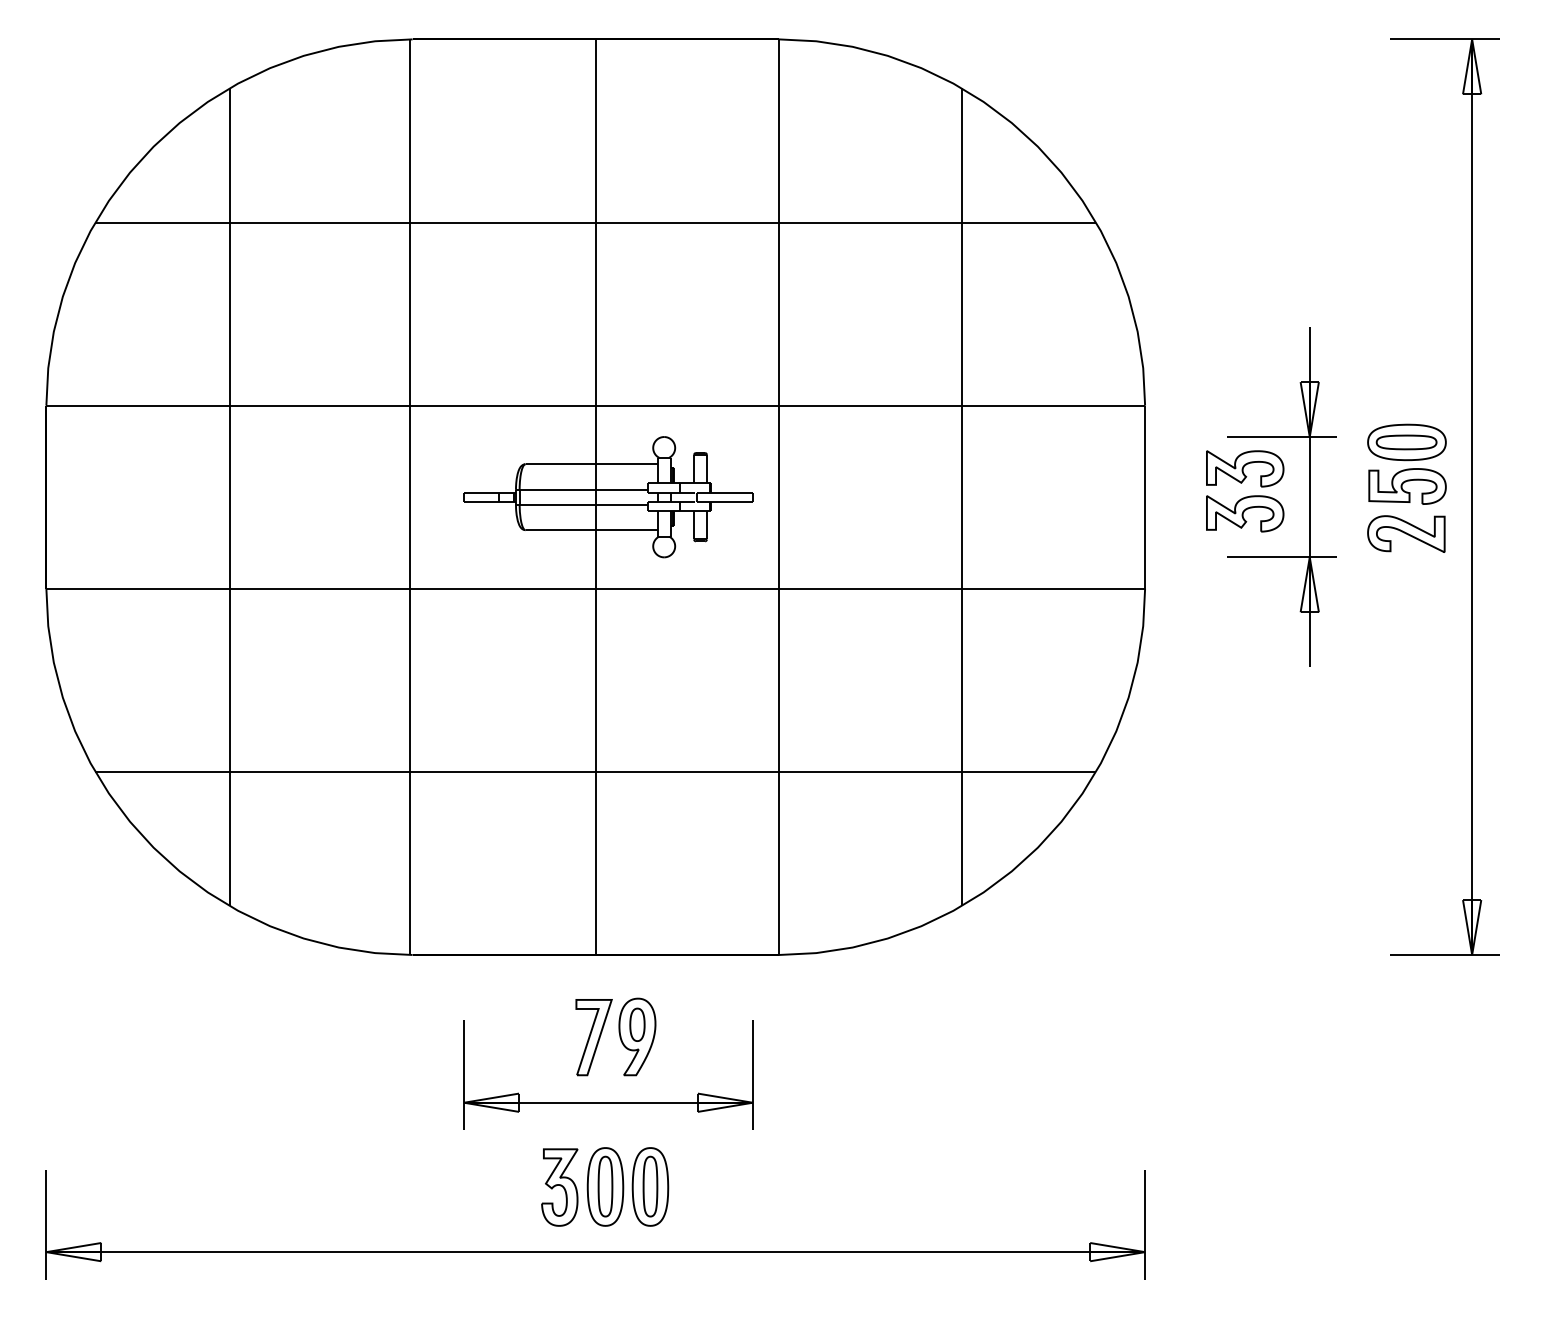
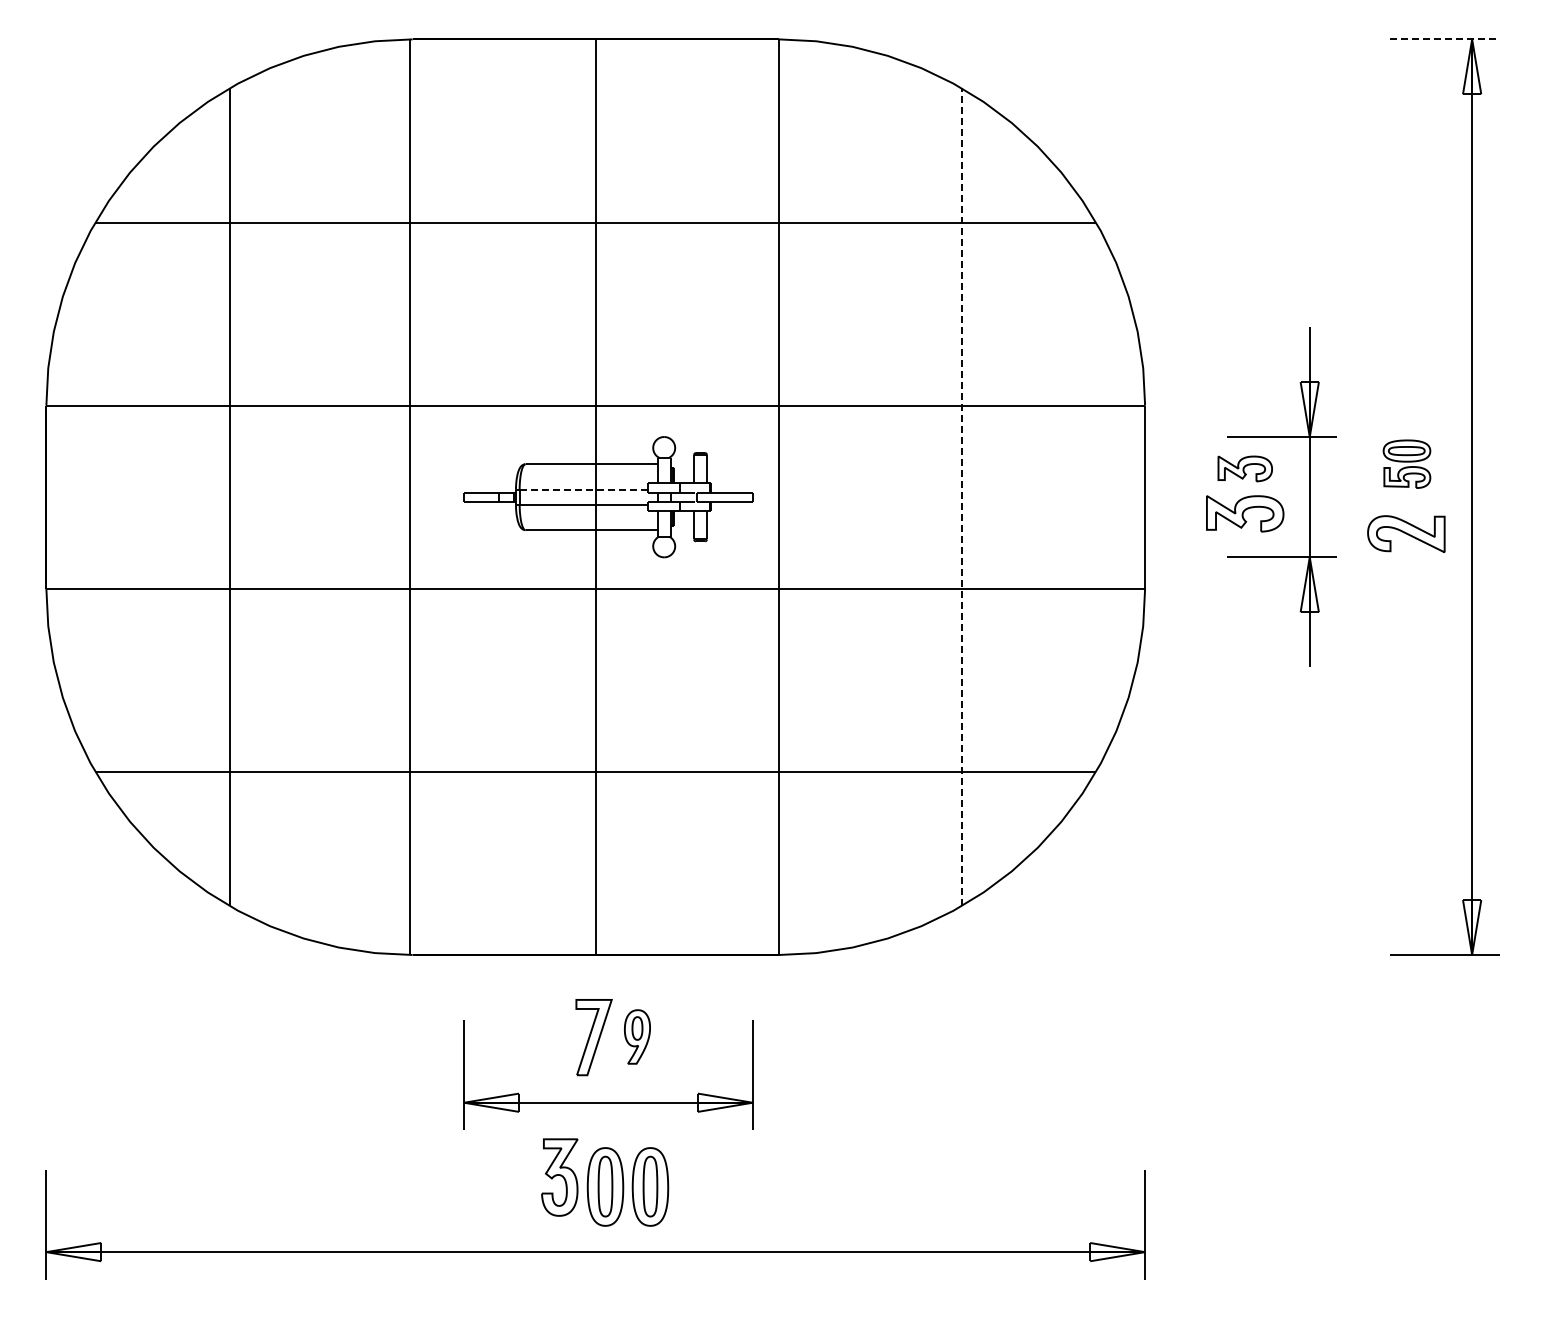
line at (1444, 39): solid -> dashed
part at (1406, 463) size: 80x82 px -> 50x50 px
part at (1245, 468) size: 79x38 px -> 56x28 px
line at (583, 489): solid -> dashed
line at (961, 497): solid -> dashed
part at (637, 1036) size: 39x80 px -> 27x56 px
part at (559, 1187) position: (559, 1187) -> (559, 1177)
